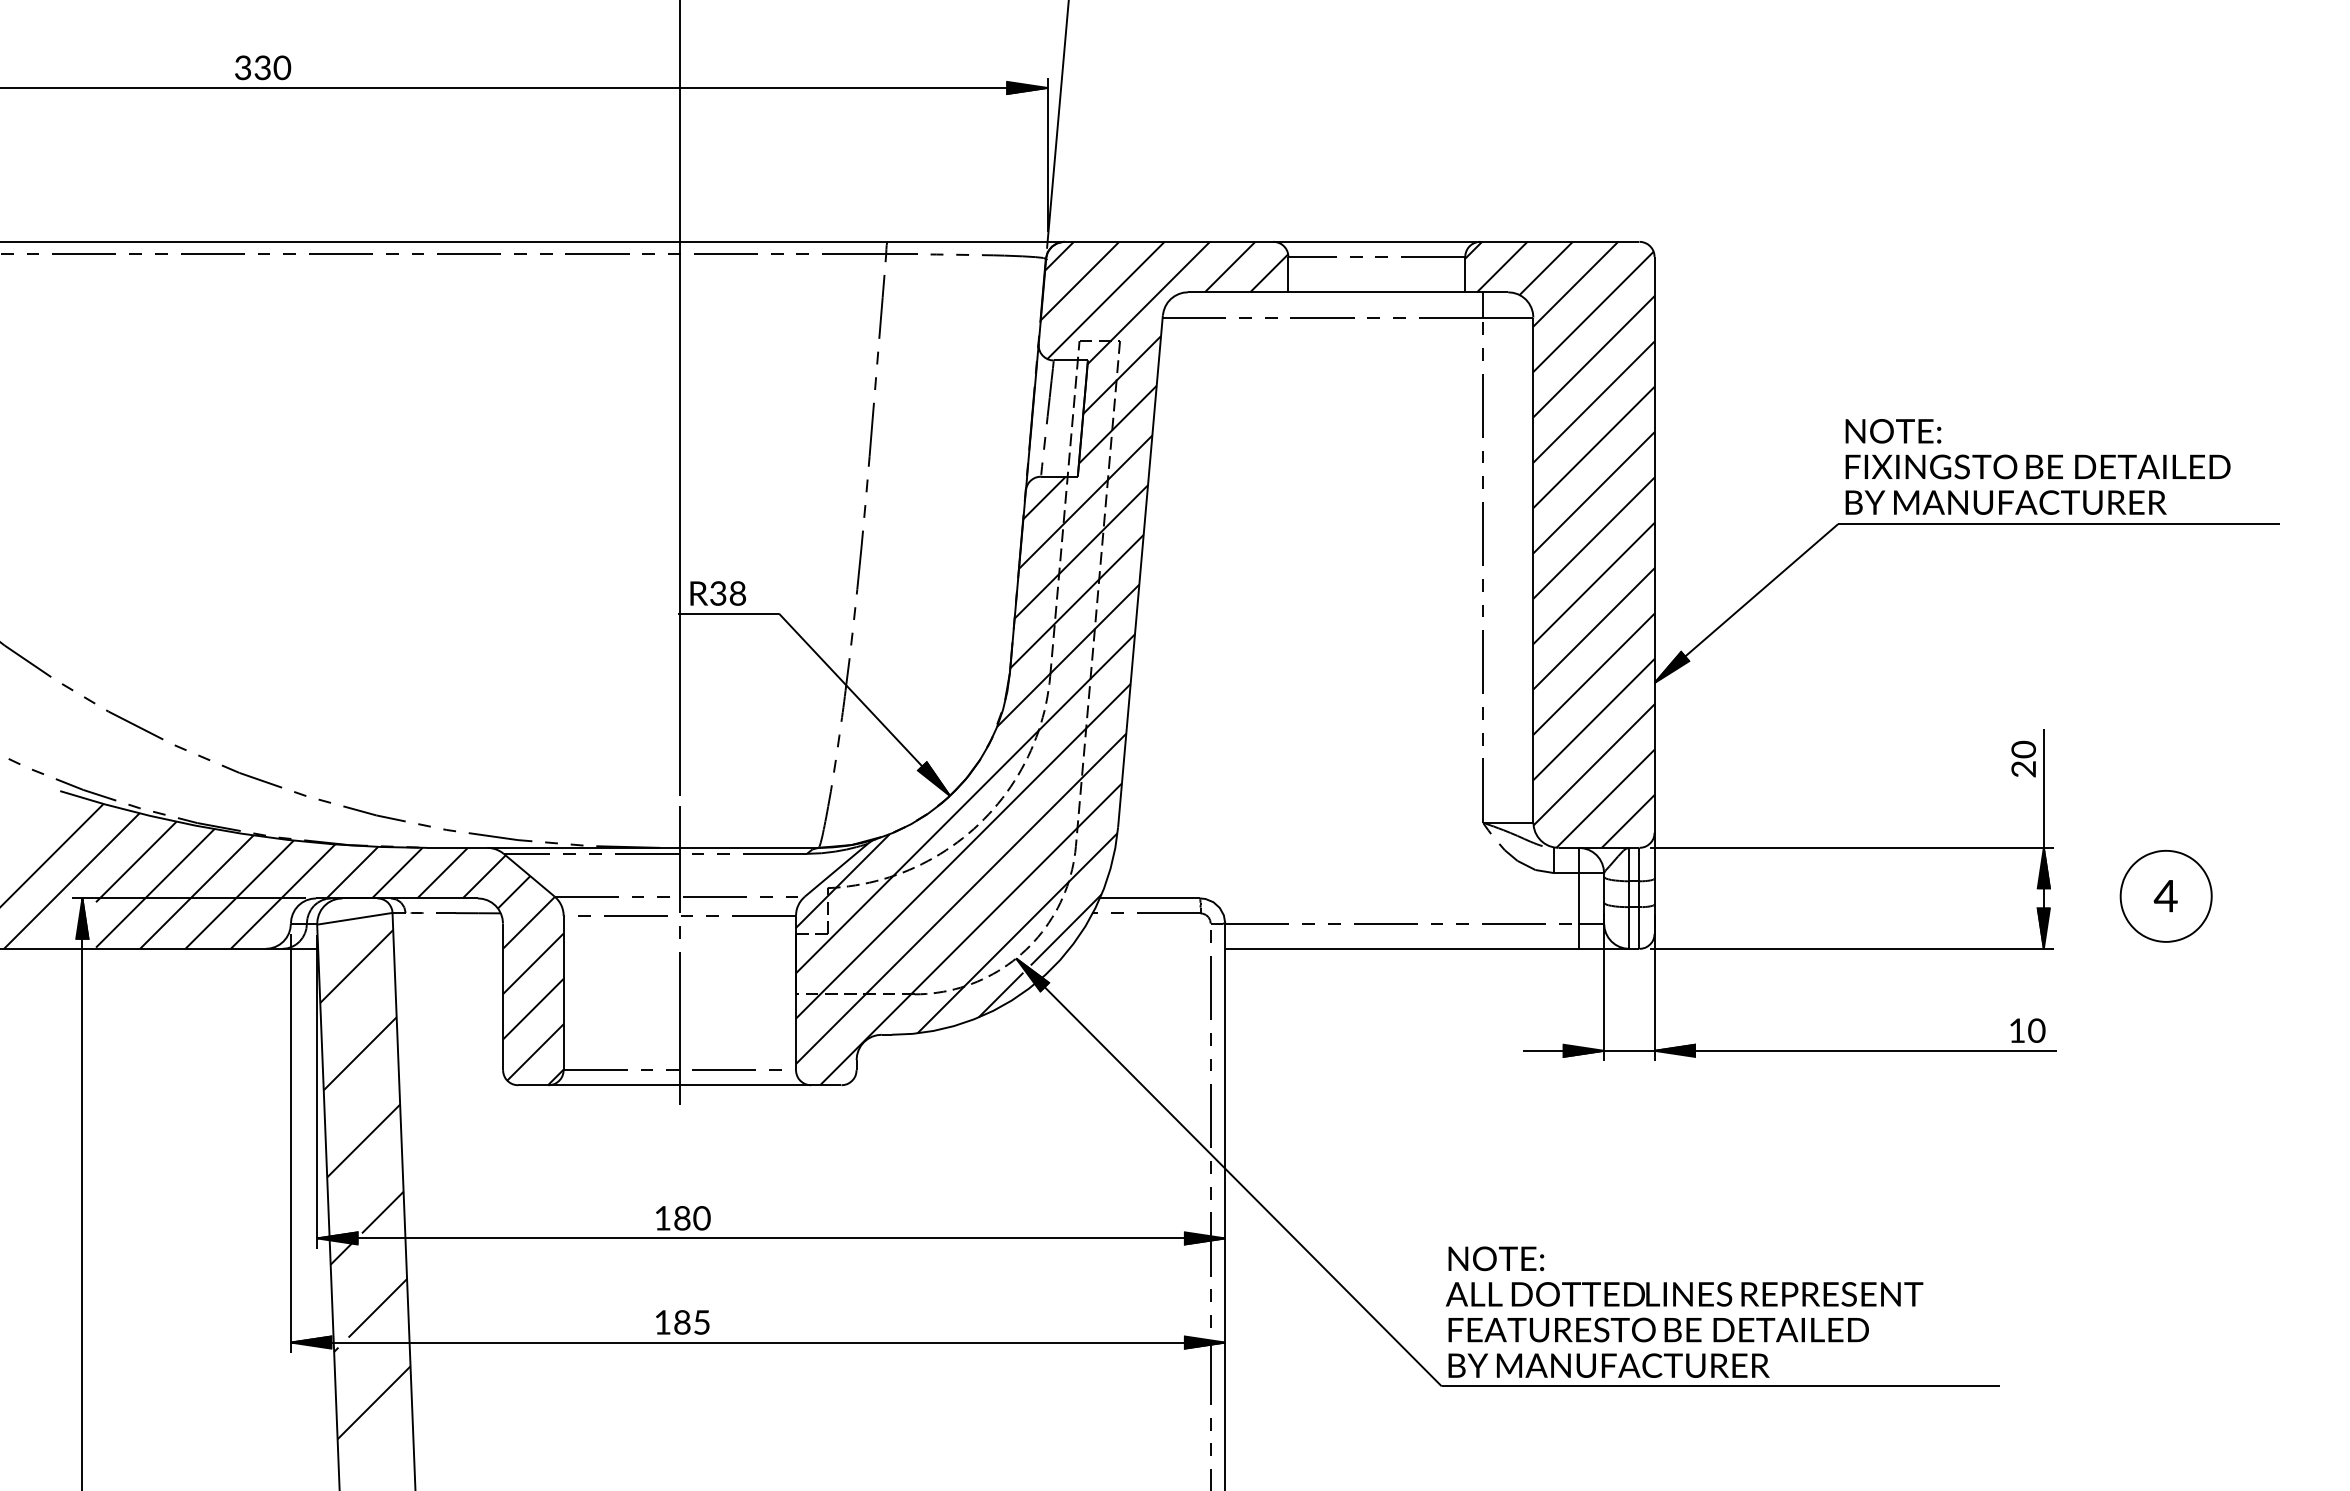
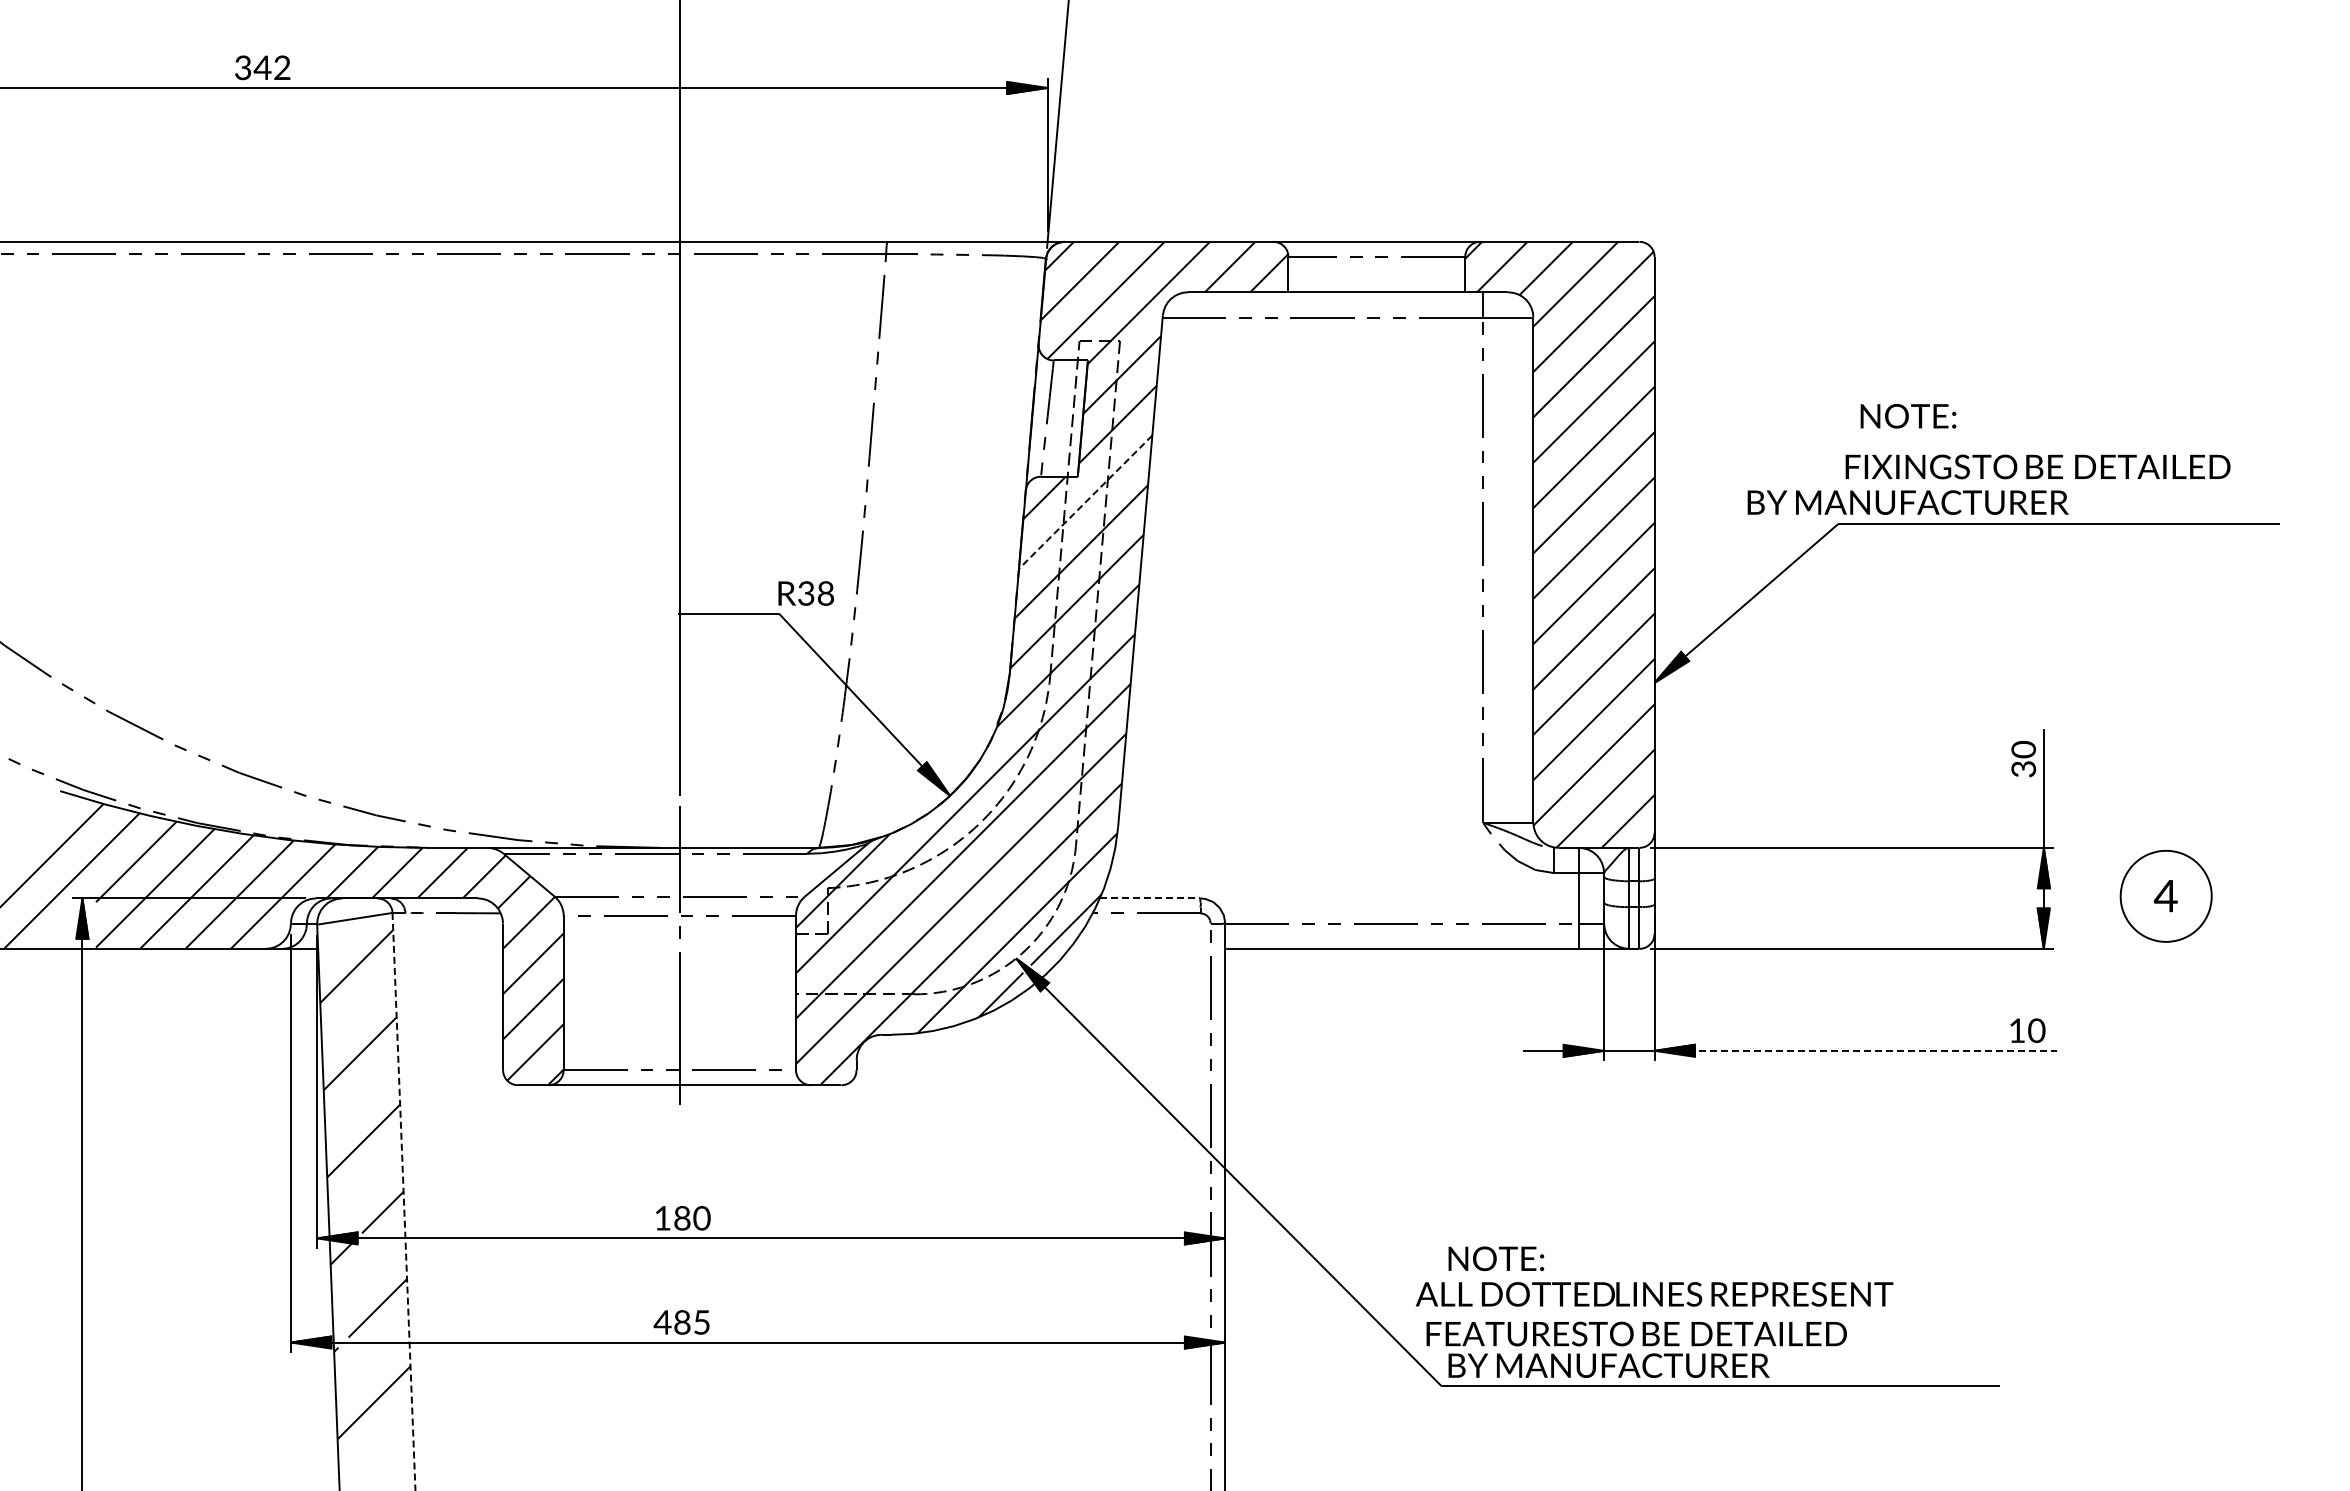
text at (272, 67): 330 -> 342
text at (1893, 431) position: (1893, 431) -> (1908, 416)
line at (1085, 502): solid -> dashed
text at (2005, 502) position: (2005, 502) -> (1907, 502)
text at (717, 593) position: (717, 593) -> (805, 593)
text at (2024, 769): 20 -> 30
line at (1150, 898): solid -> dashed
line at (1856, 1050): solid -> dashed
line at (404, 1201): solid -> dashed
text at (1684, 1294) position: (1684, 1294) -> (1654, 1294)
text at (662, 1322): 185 -> 485
text at (1658, 1329) position: (1658, 1329) -> (1636, 1333)
